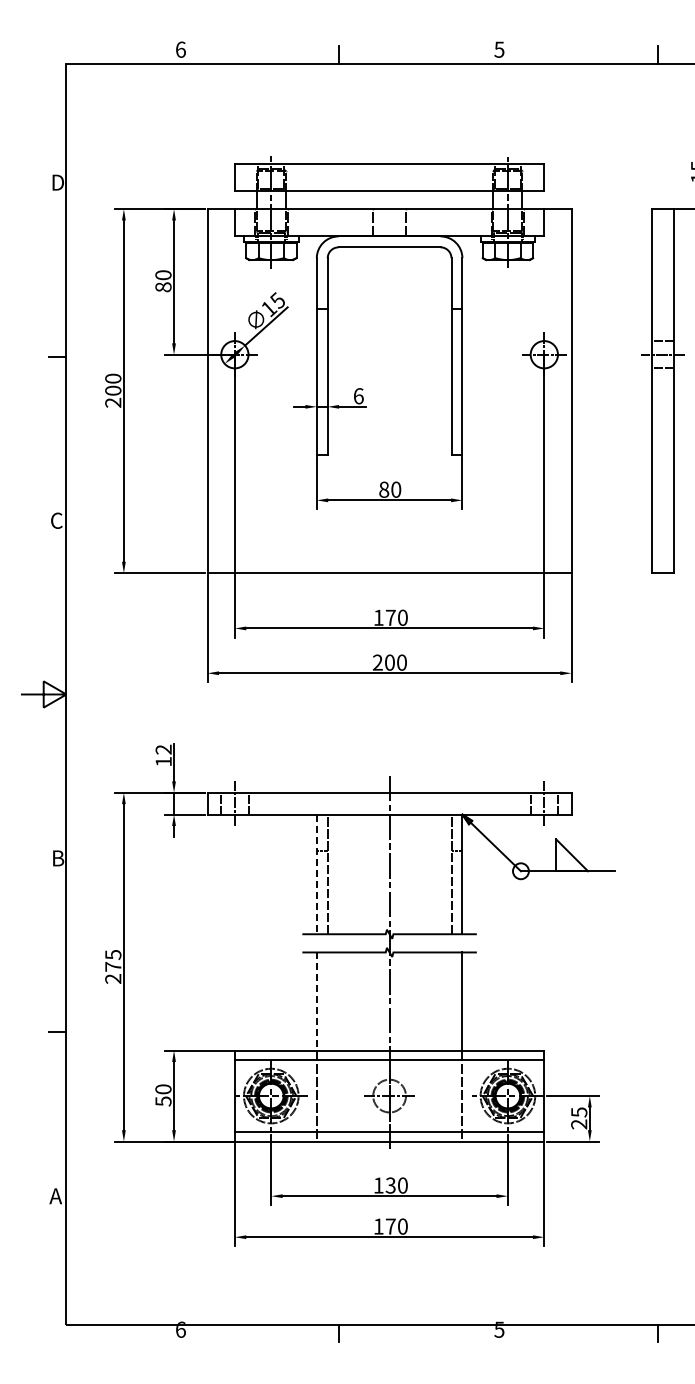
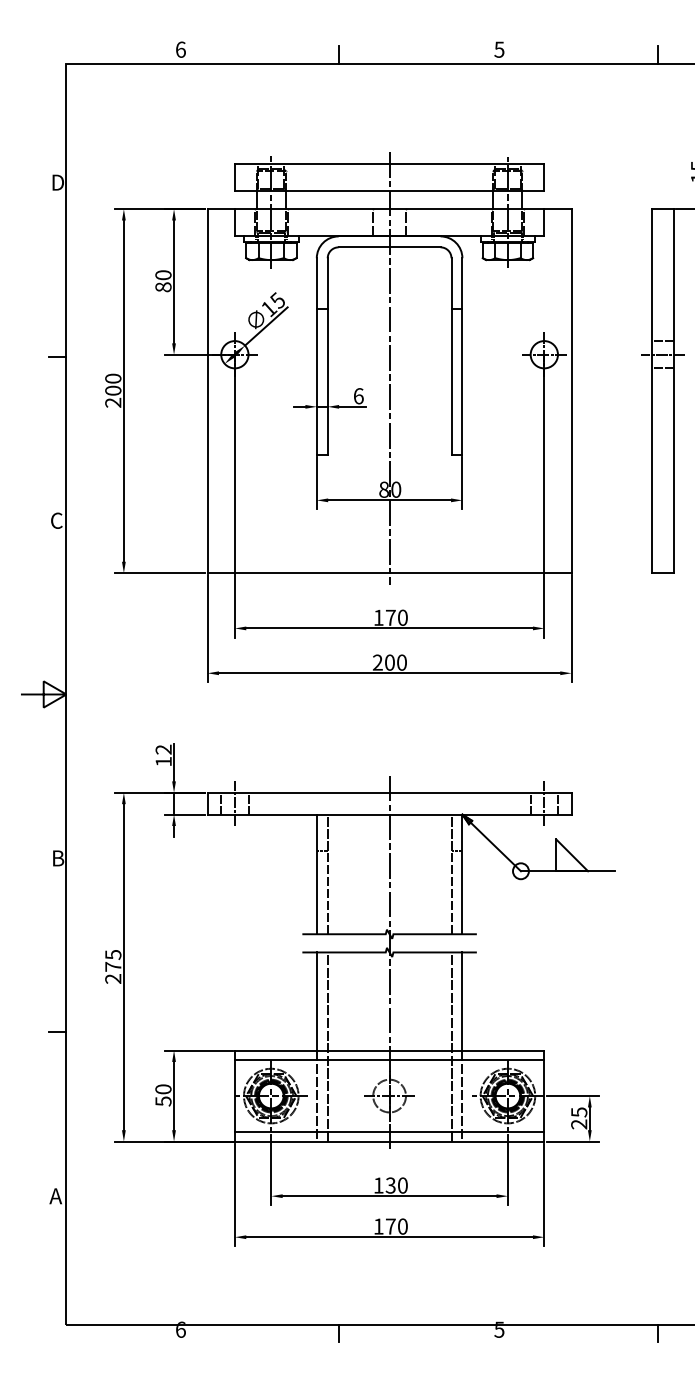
line at (389, 367): none -> present
line at (316, 874): dashed -> solid
line at (316, 1002): dashed -> solid
line at (327, 1046): none -> present
line at (451, 1046): none -> present
